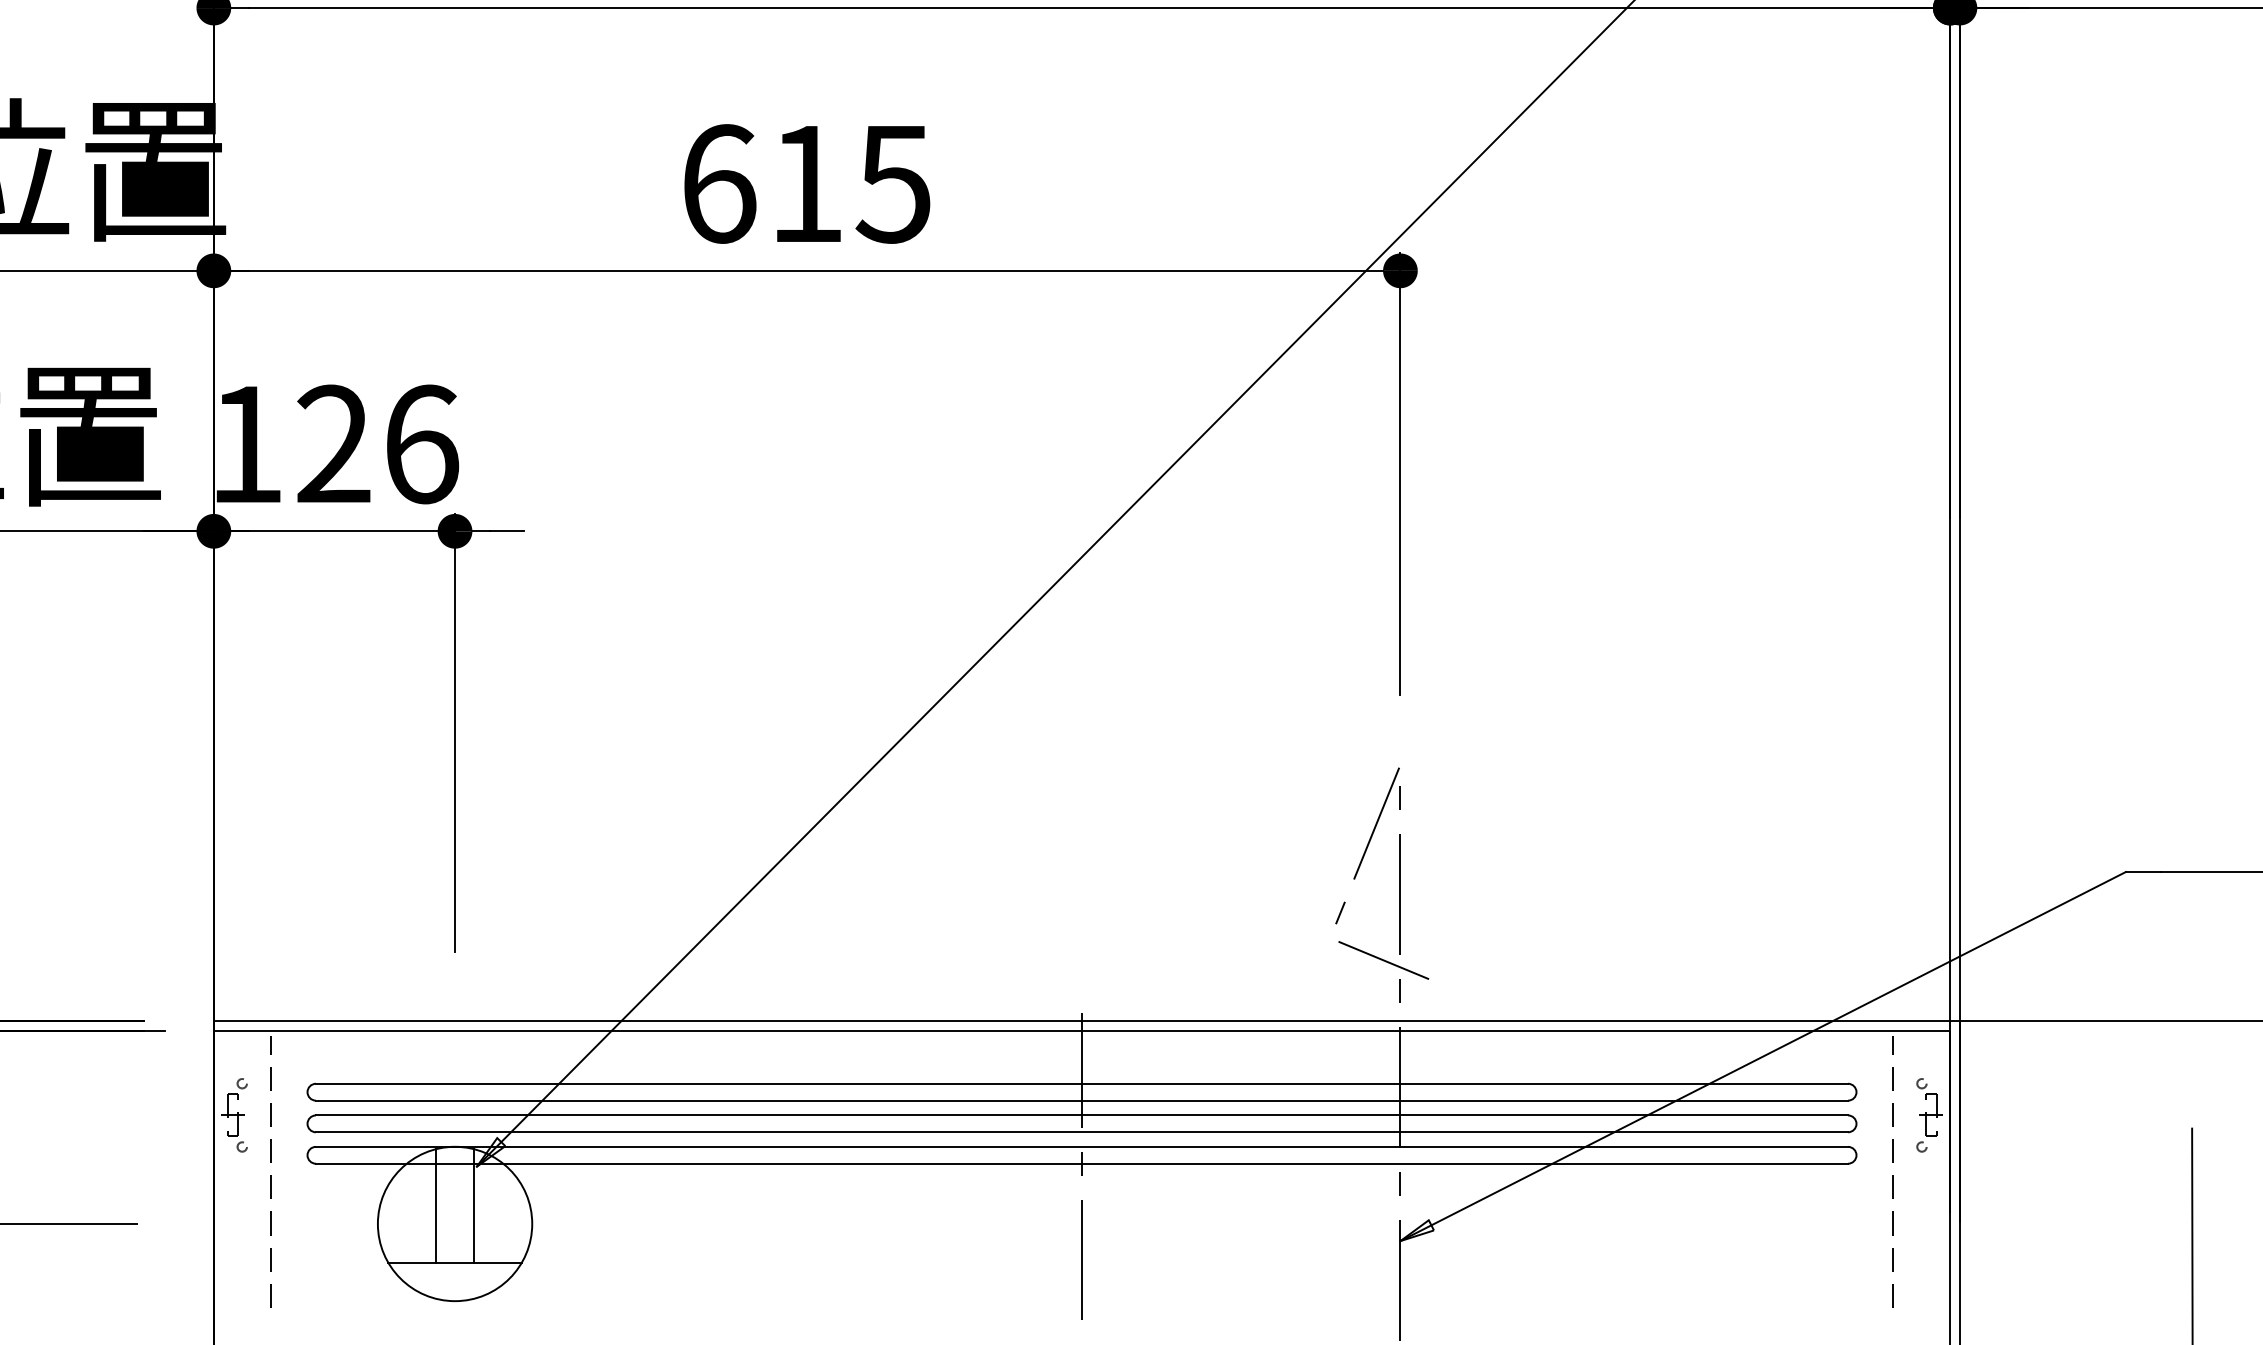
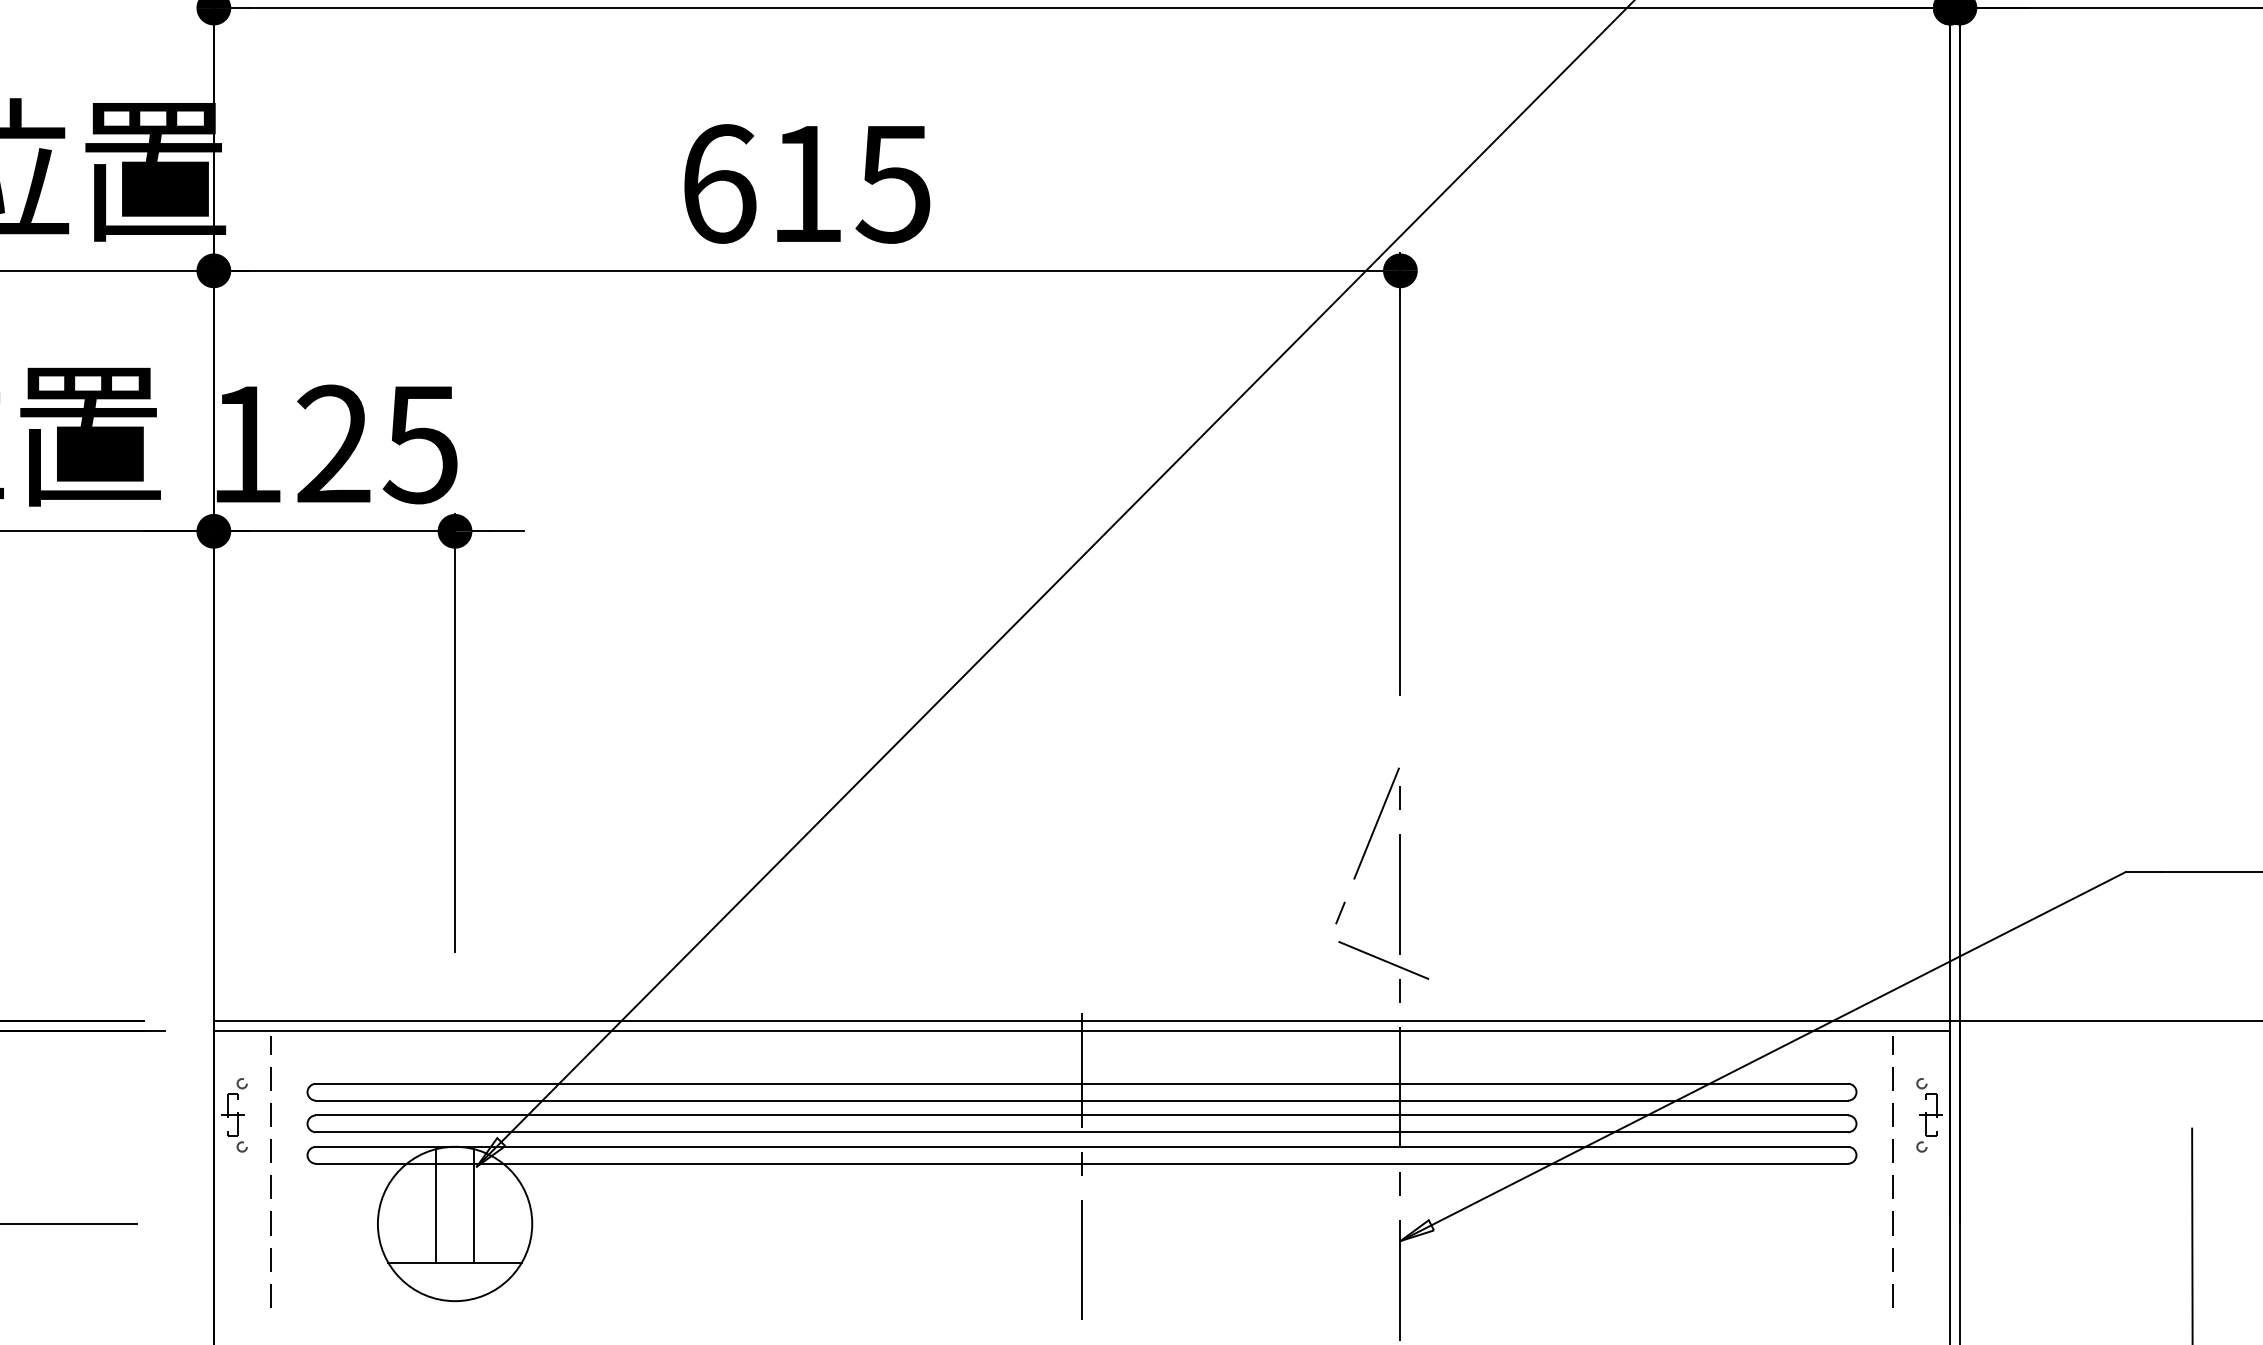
text at (420, 444): 126 -> 125
